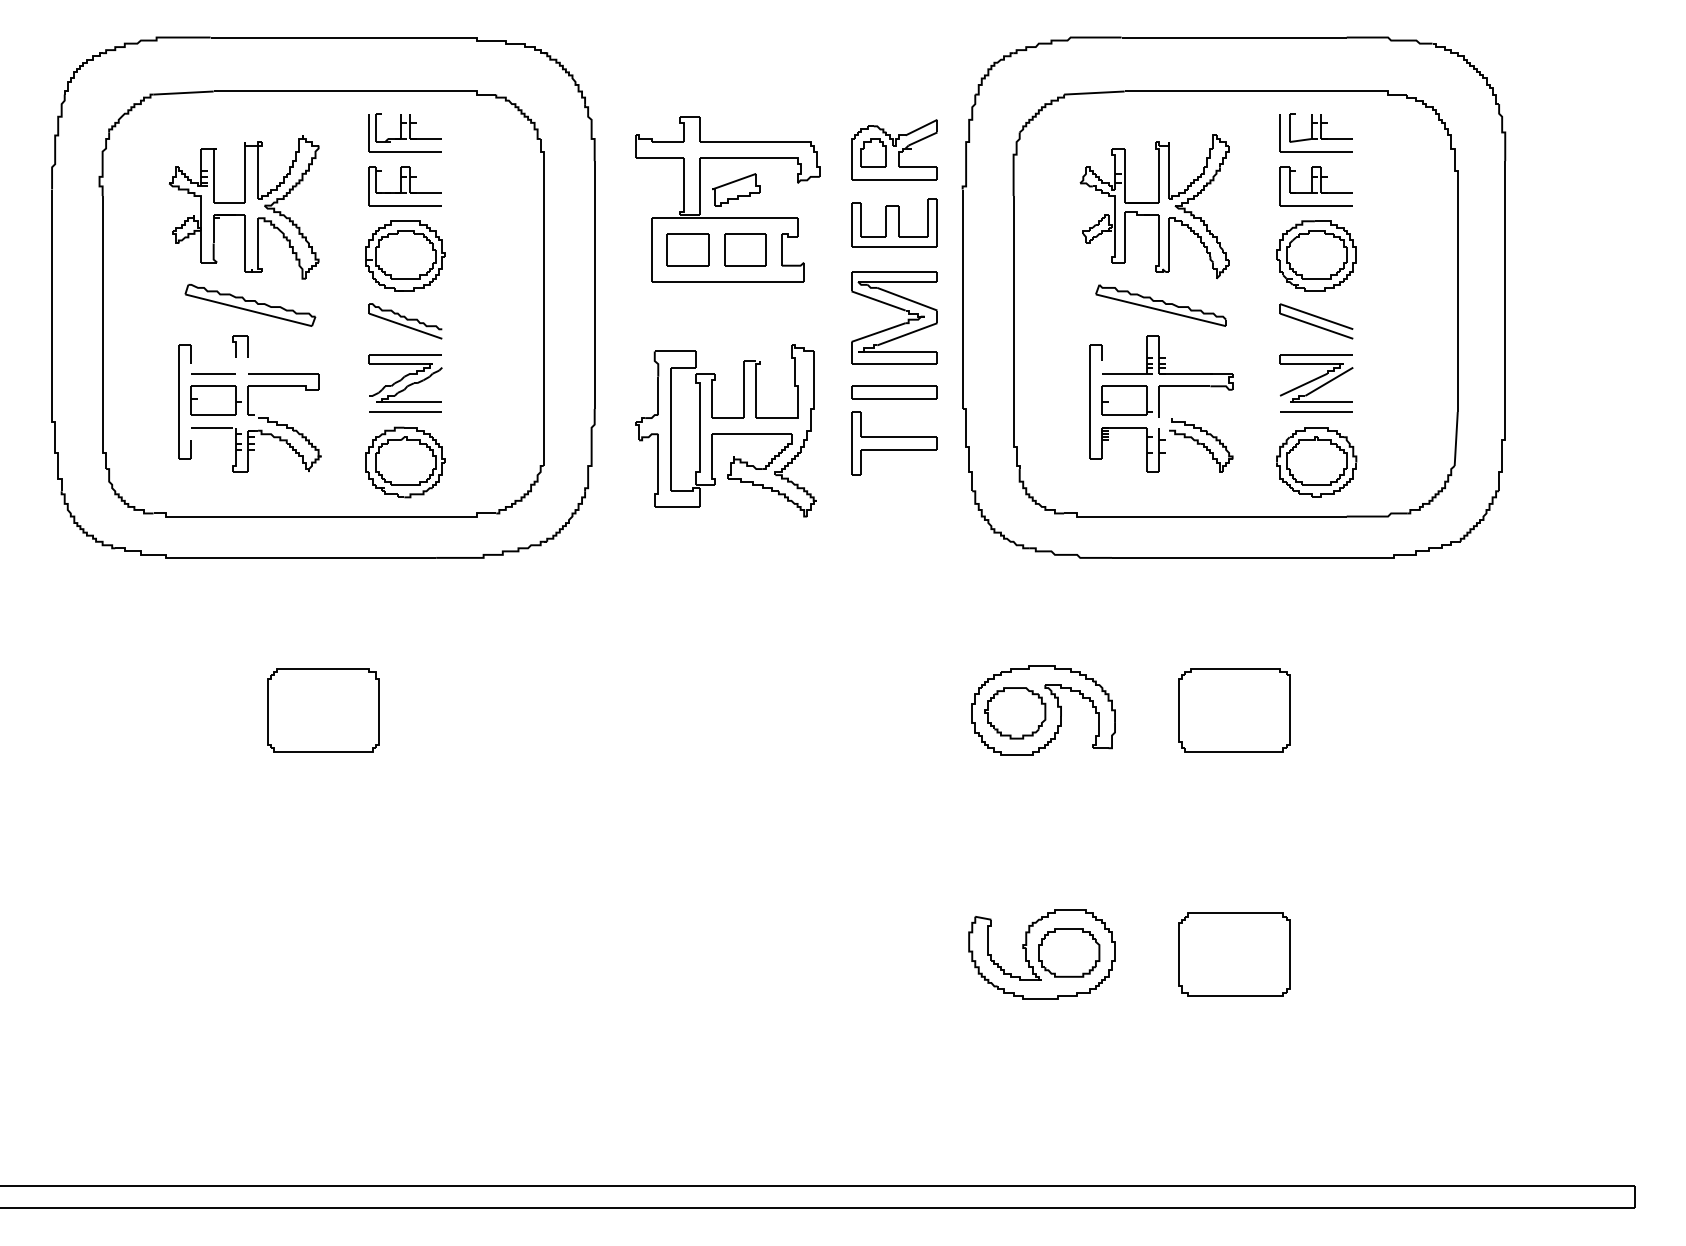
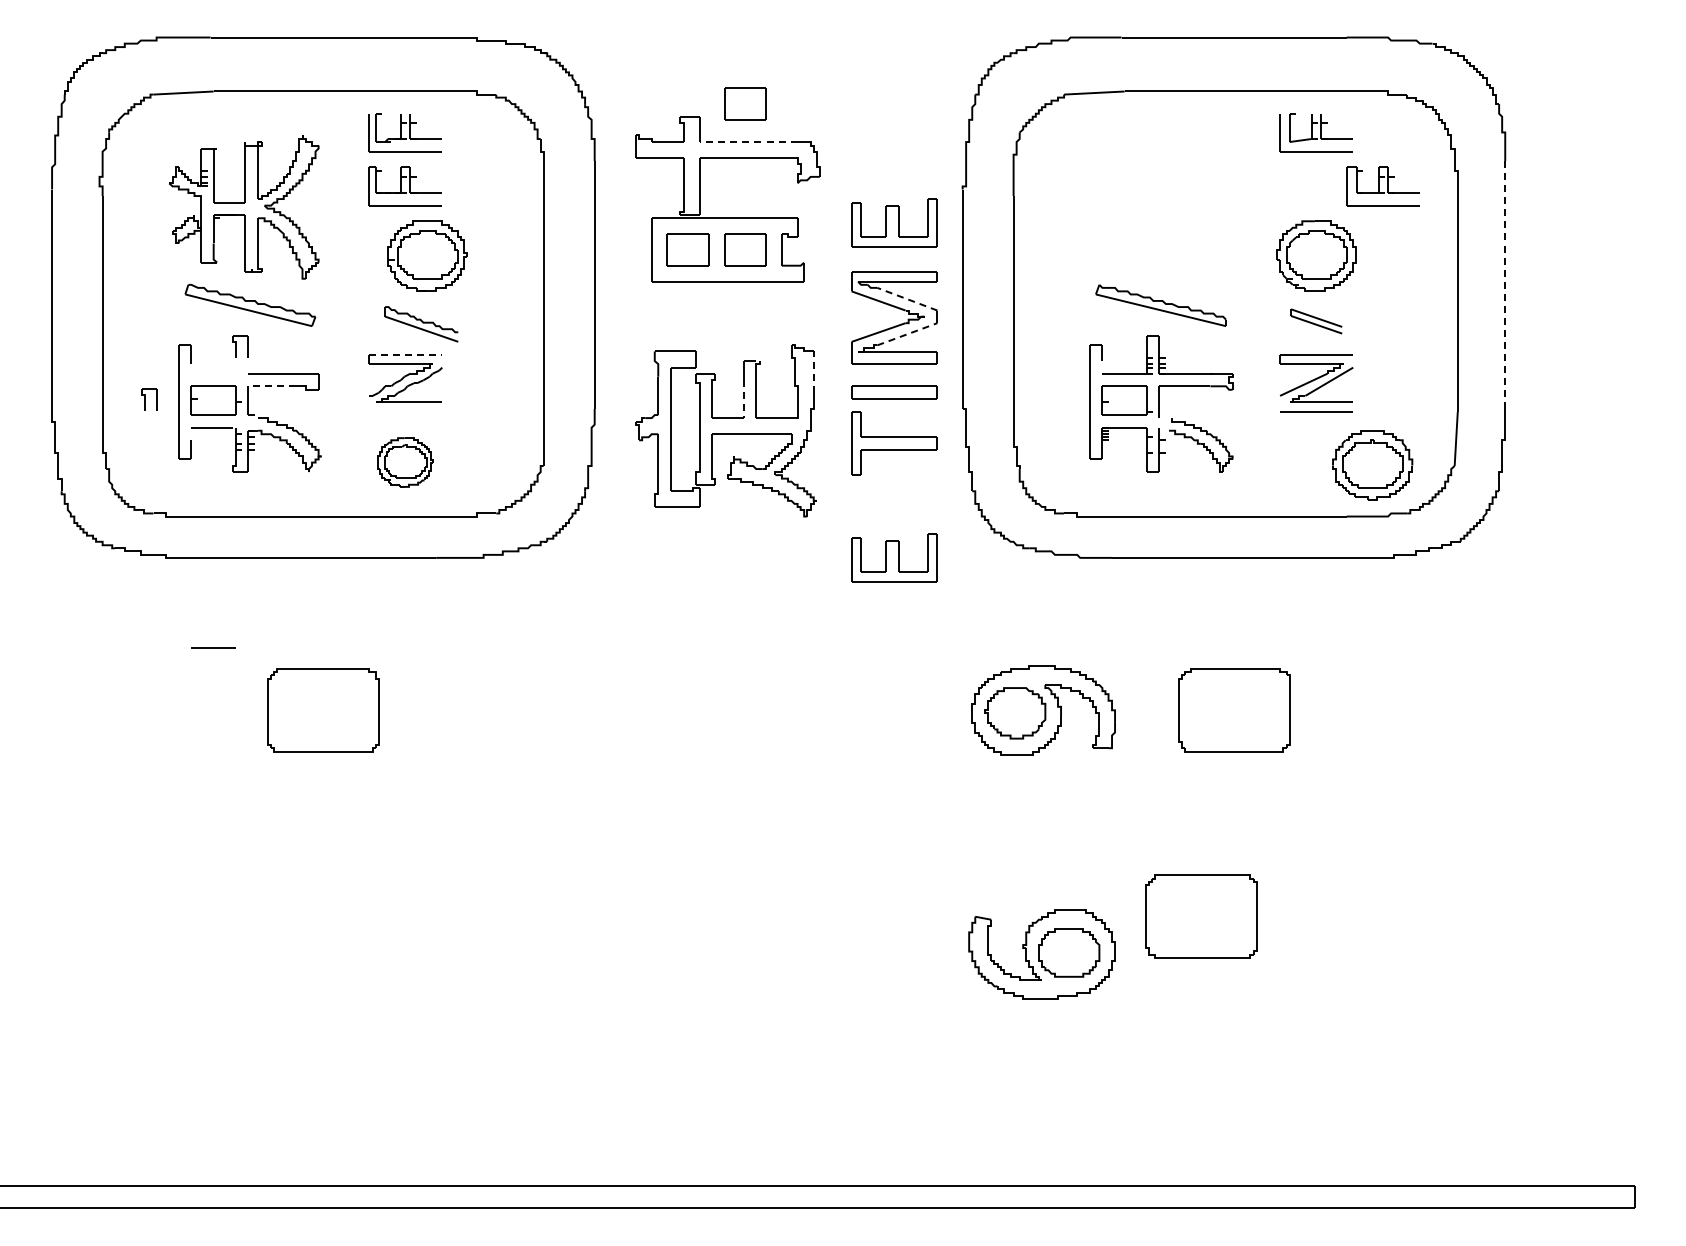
part at (745, 103): none -> present
line at (748, 142): solid -> dashed
part at (894, 149): present -> none
part at (1315, 186) position: (1315, 186) -> (1382, 186)
part at (736, 189): present -> none
part at (1154, 206): present -> none
part at (405, 255) position: (405, 255) -> (427, 255)
line at (1505, 285): solid -> dashed
line at (906, 299): solid -> dashed
part at (405, 321) position: (405, 321) -> (421, 324)
part at (1316, 321) size: 75x37 px -> 53x27 px
line at (907, 334): solid -> dashed
line at (405, 354): solid -> dashed
line at (813, 372): solid -> dashed
line at (213, 373) position: (213, 373) -> (213, 647)
line at (272, 386): solid -> dashed
part at (149, 399): none -> present
line at (743, 399): solid -> dashed
line at (405, 411): present -> none
part at (405, 462) size: 81x73 px -> 57x51 px
part at (1316, 462) position: (1316, 462) -> (1372, 465)
part at (894, 557): none -> present
part at (1234, 954) position: (1234, 954) -> (1201, 916)
